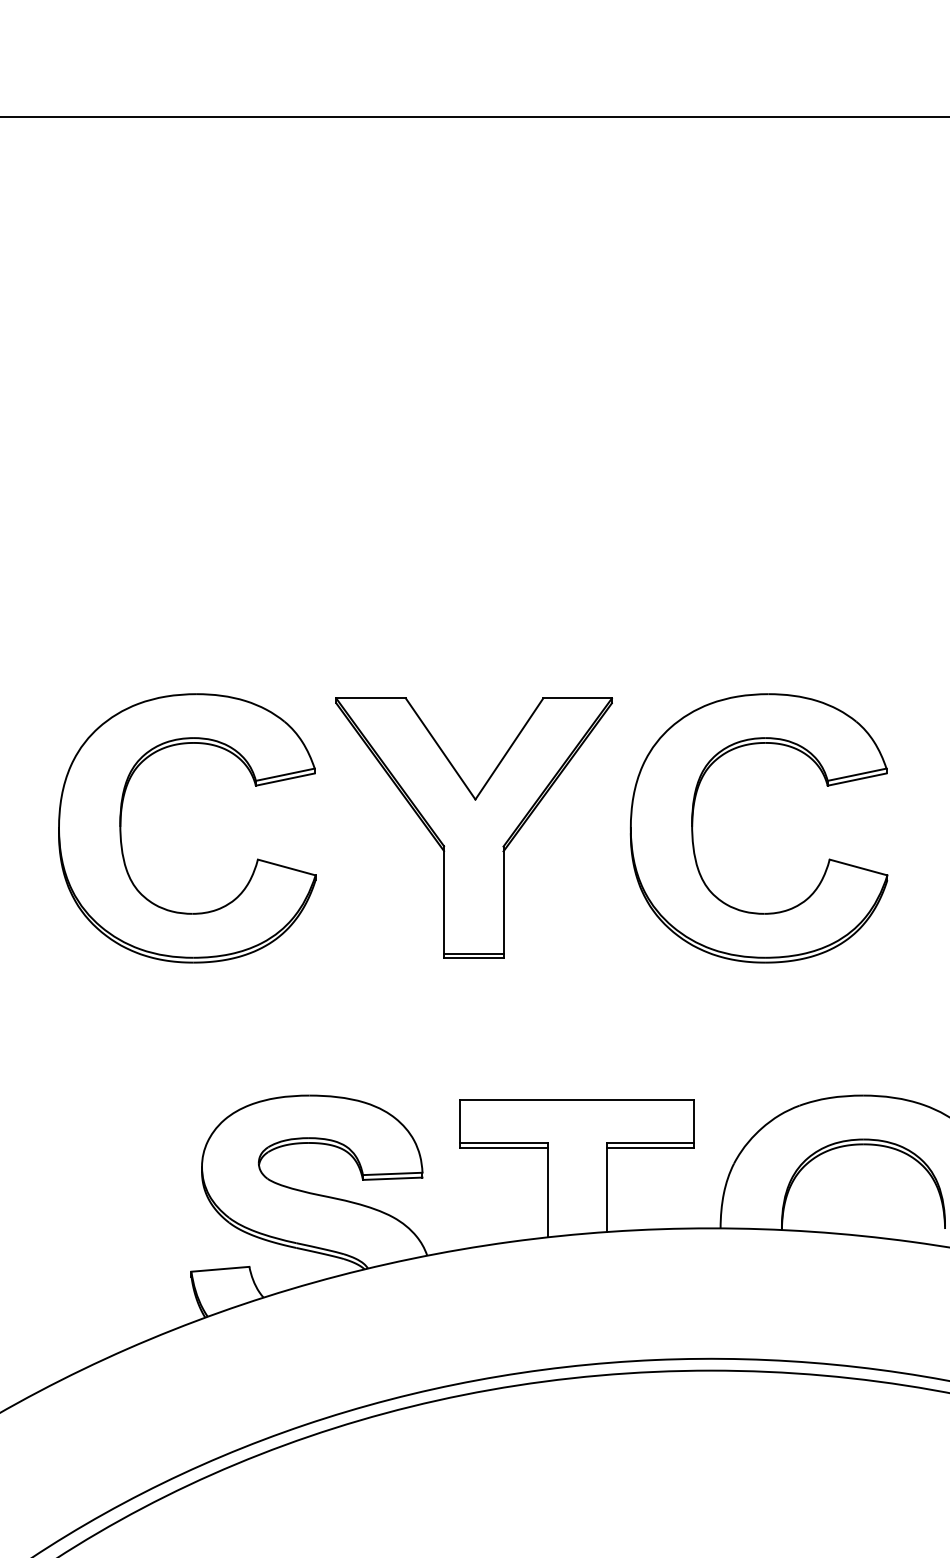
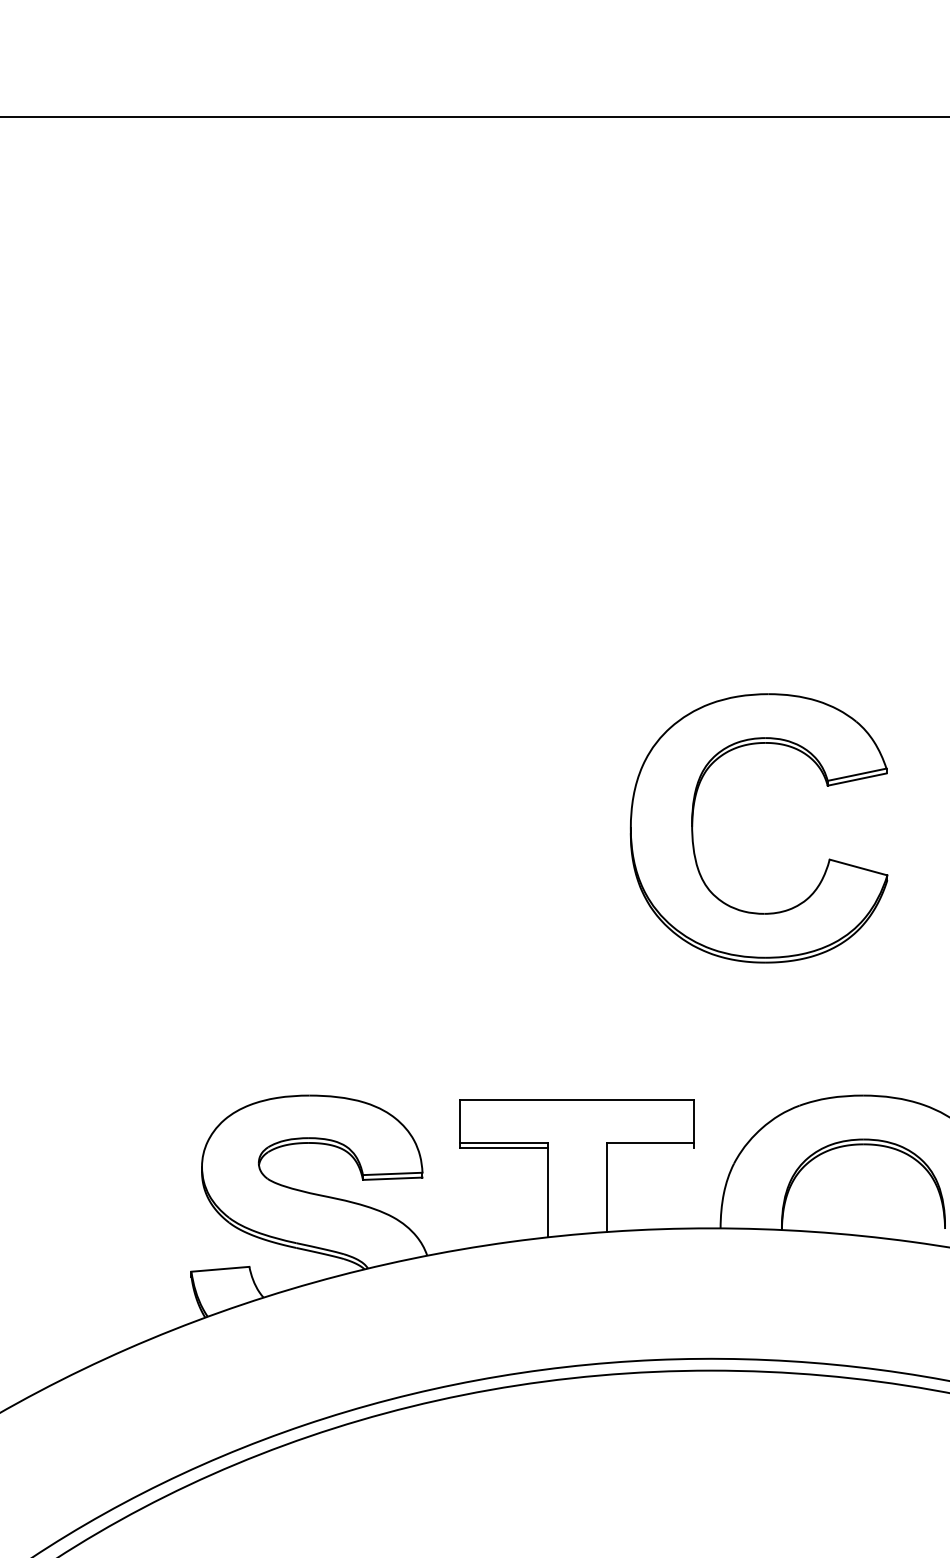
part at (473, 827): present -> none
part at (121, 828): present -> none
line at (650, 1147): present -> none
